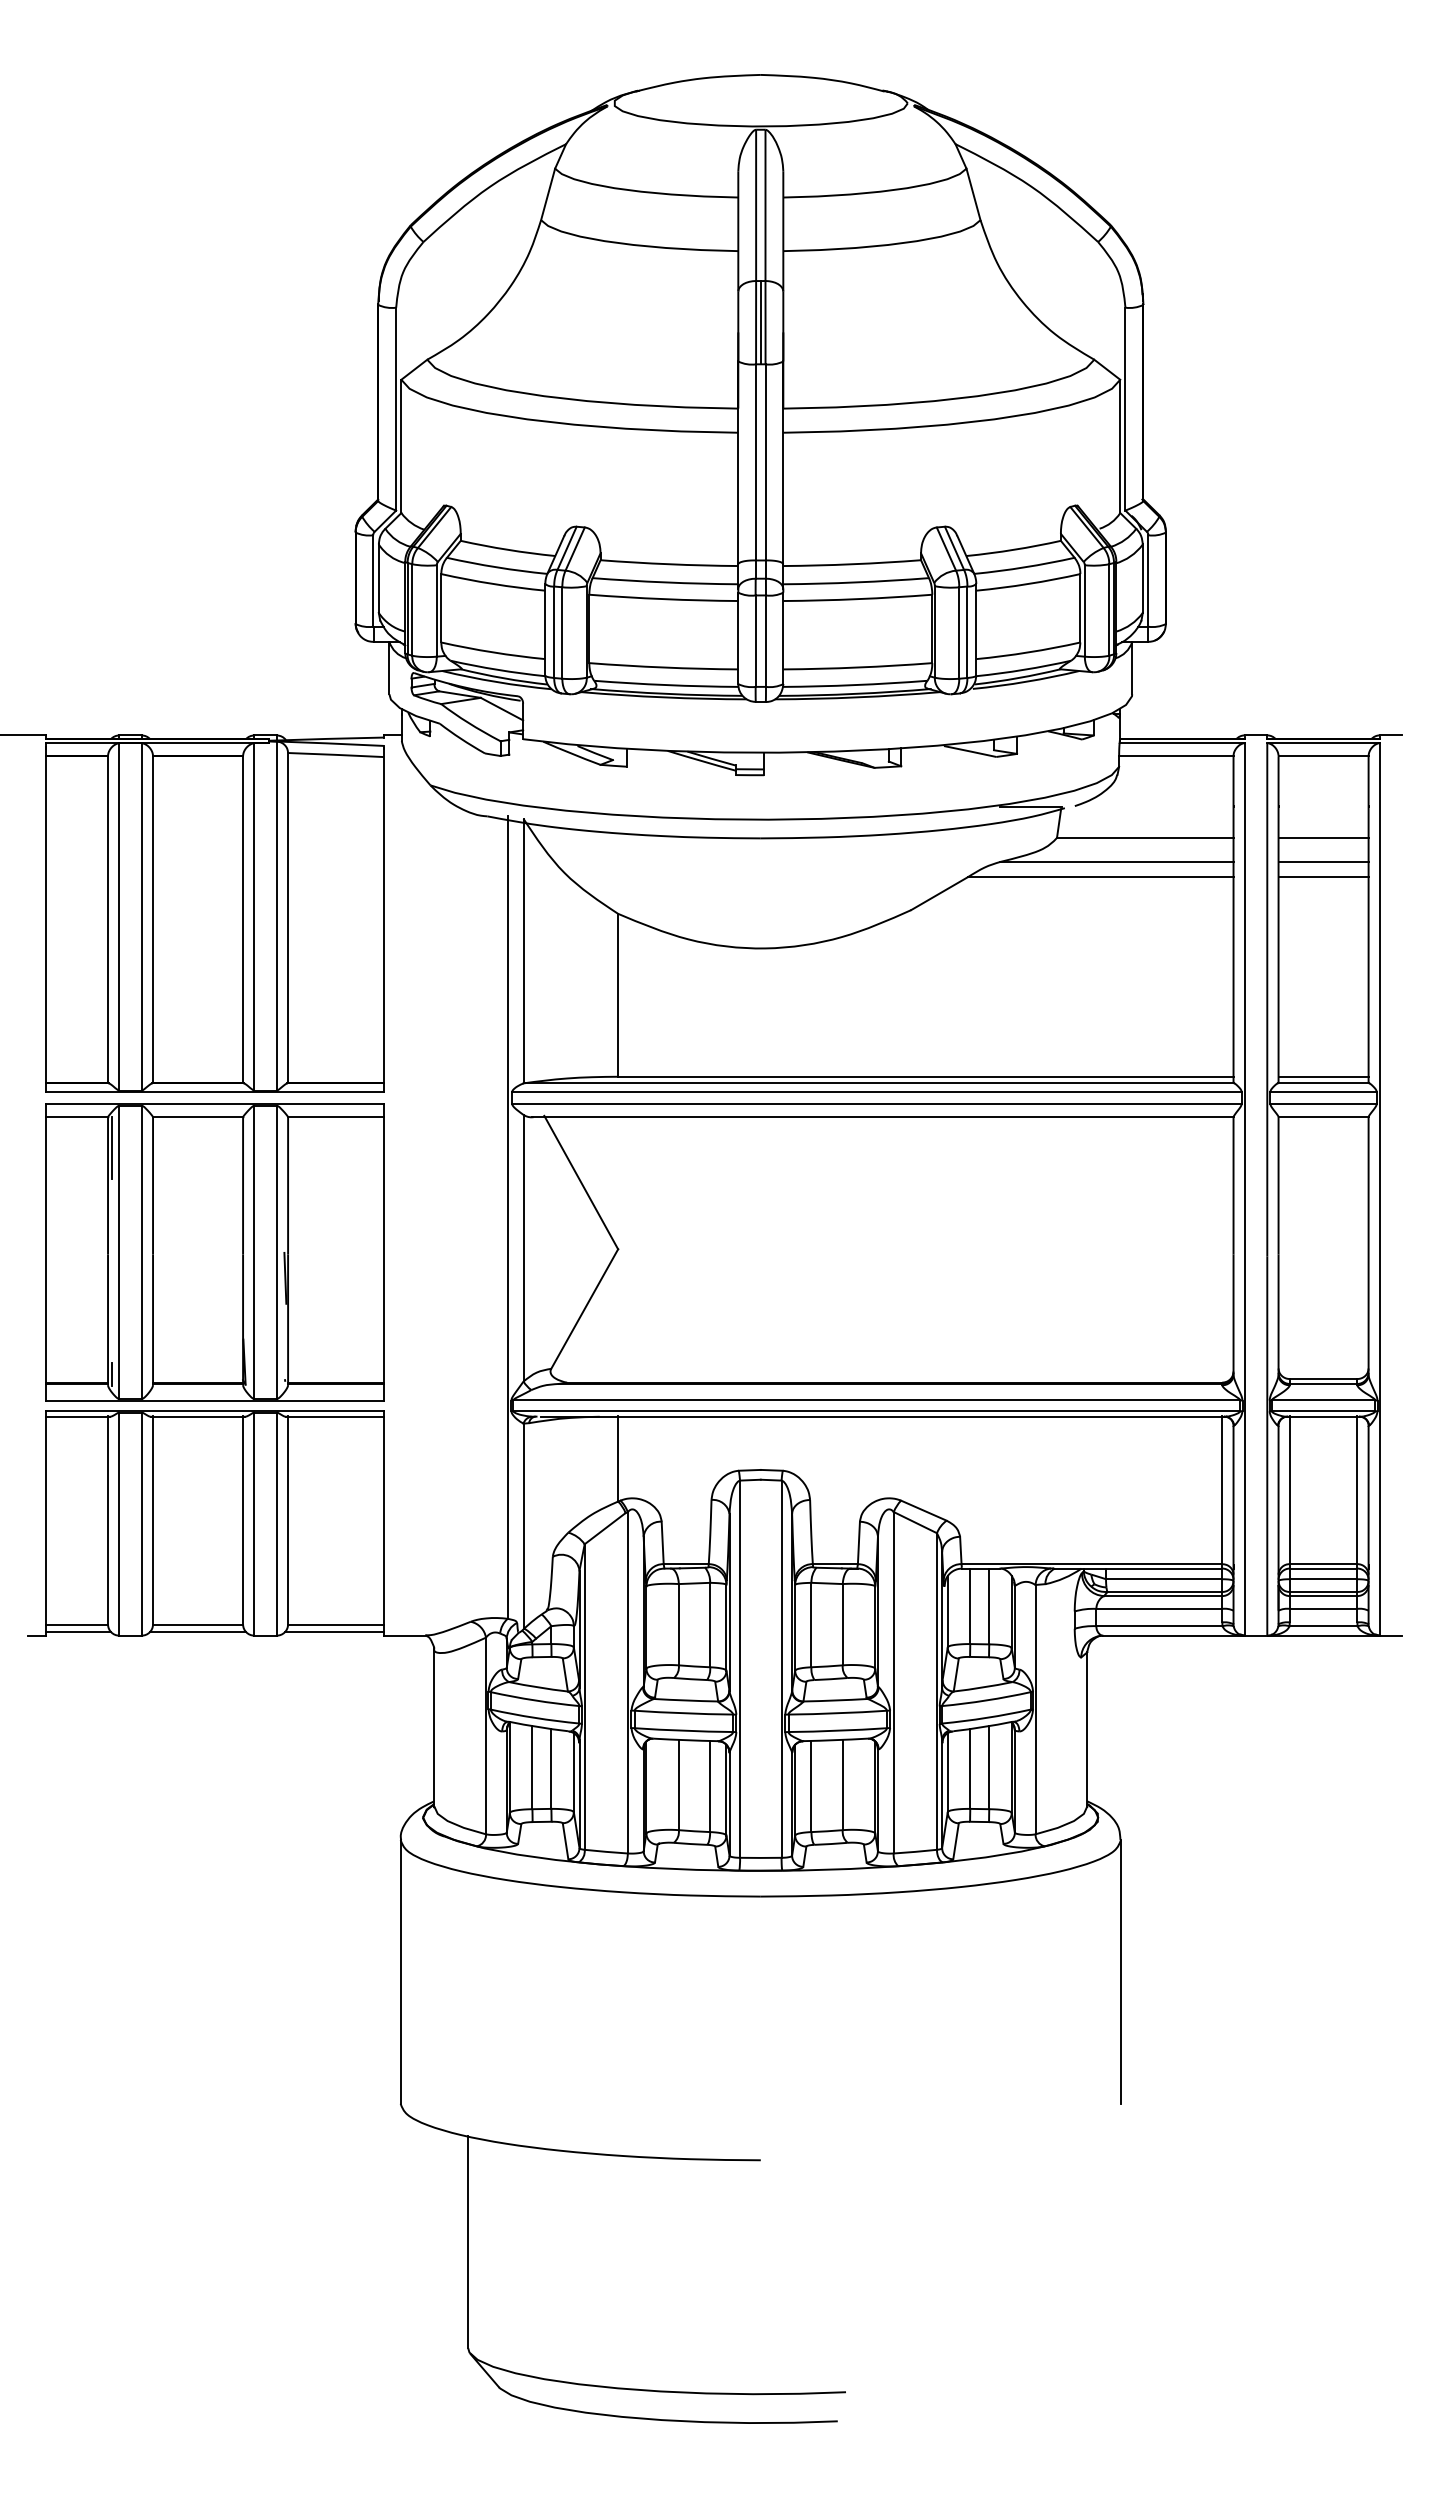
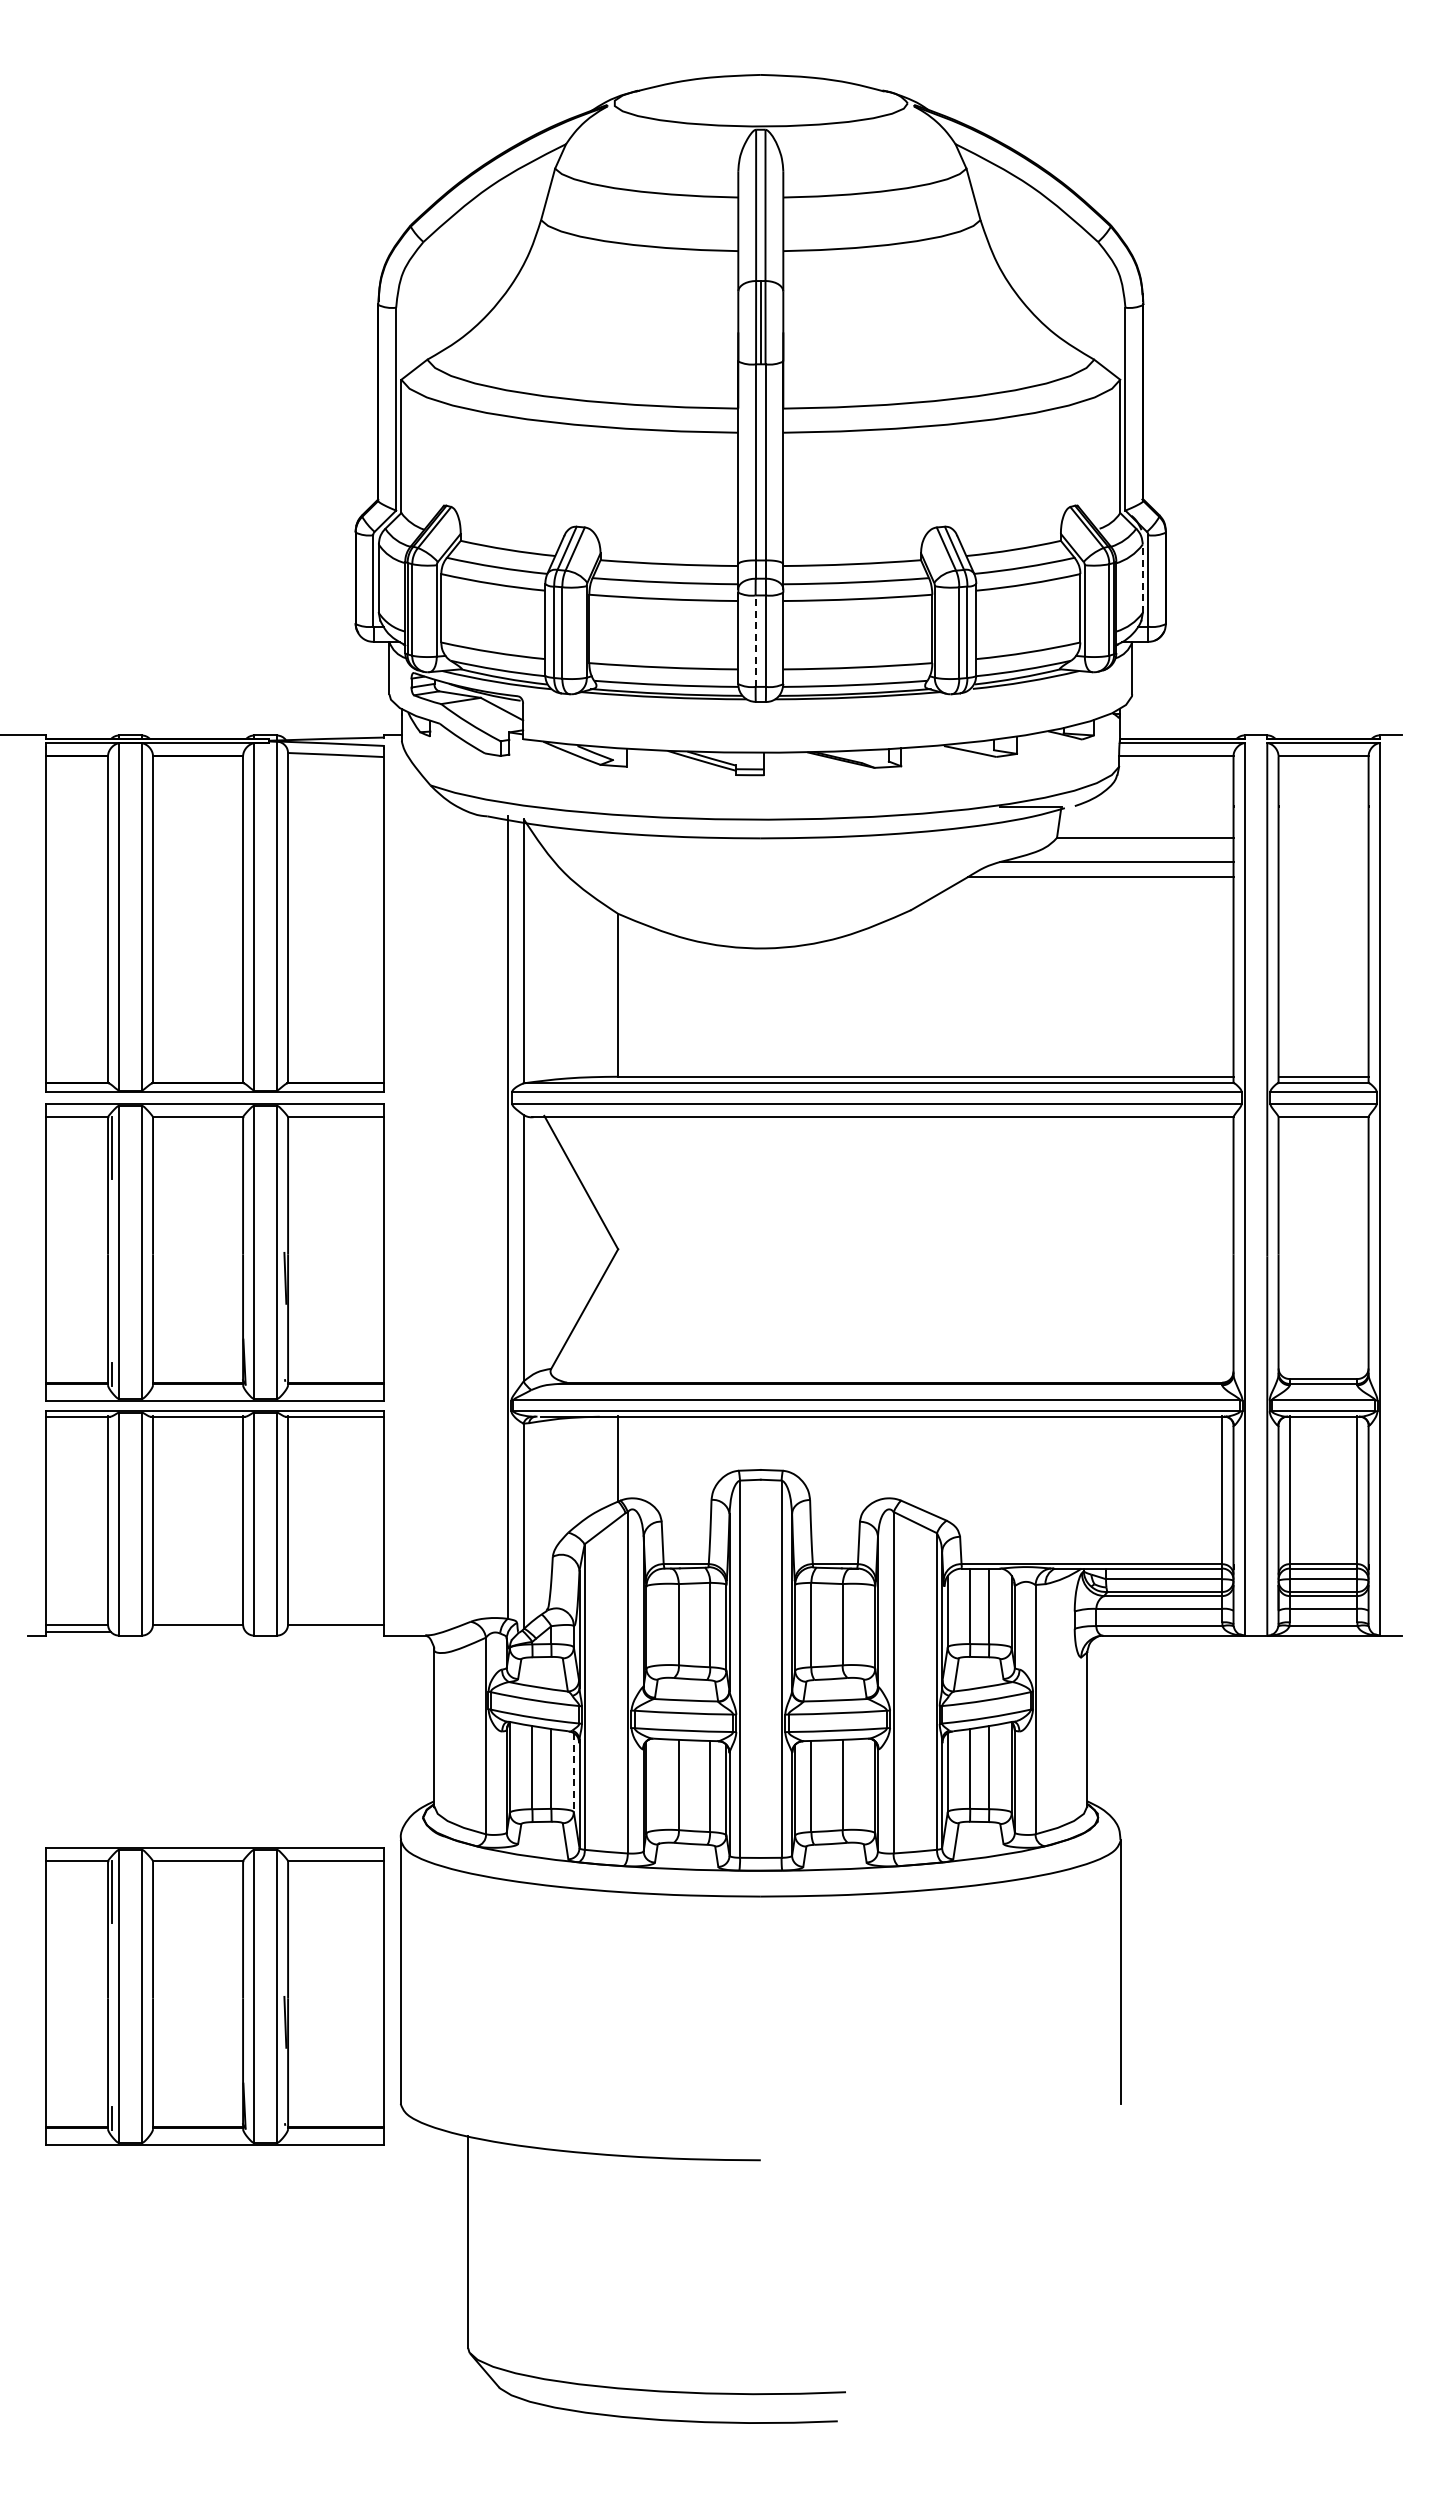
line at (1142, 578): solid -> dashed
line at (755, 641): solid -> dashed
line at (1323, 837): present -> none
line at (1323, 862): present -> none
line at (1323, 877): present -> none
line at (197, 1631): present -> none
line at (334, 1631): present -> none
line at (573, 1773): solid -> dashed
part at (214, 1996): none -> present
